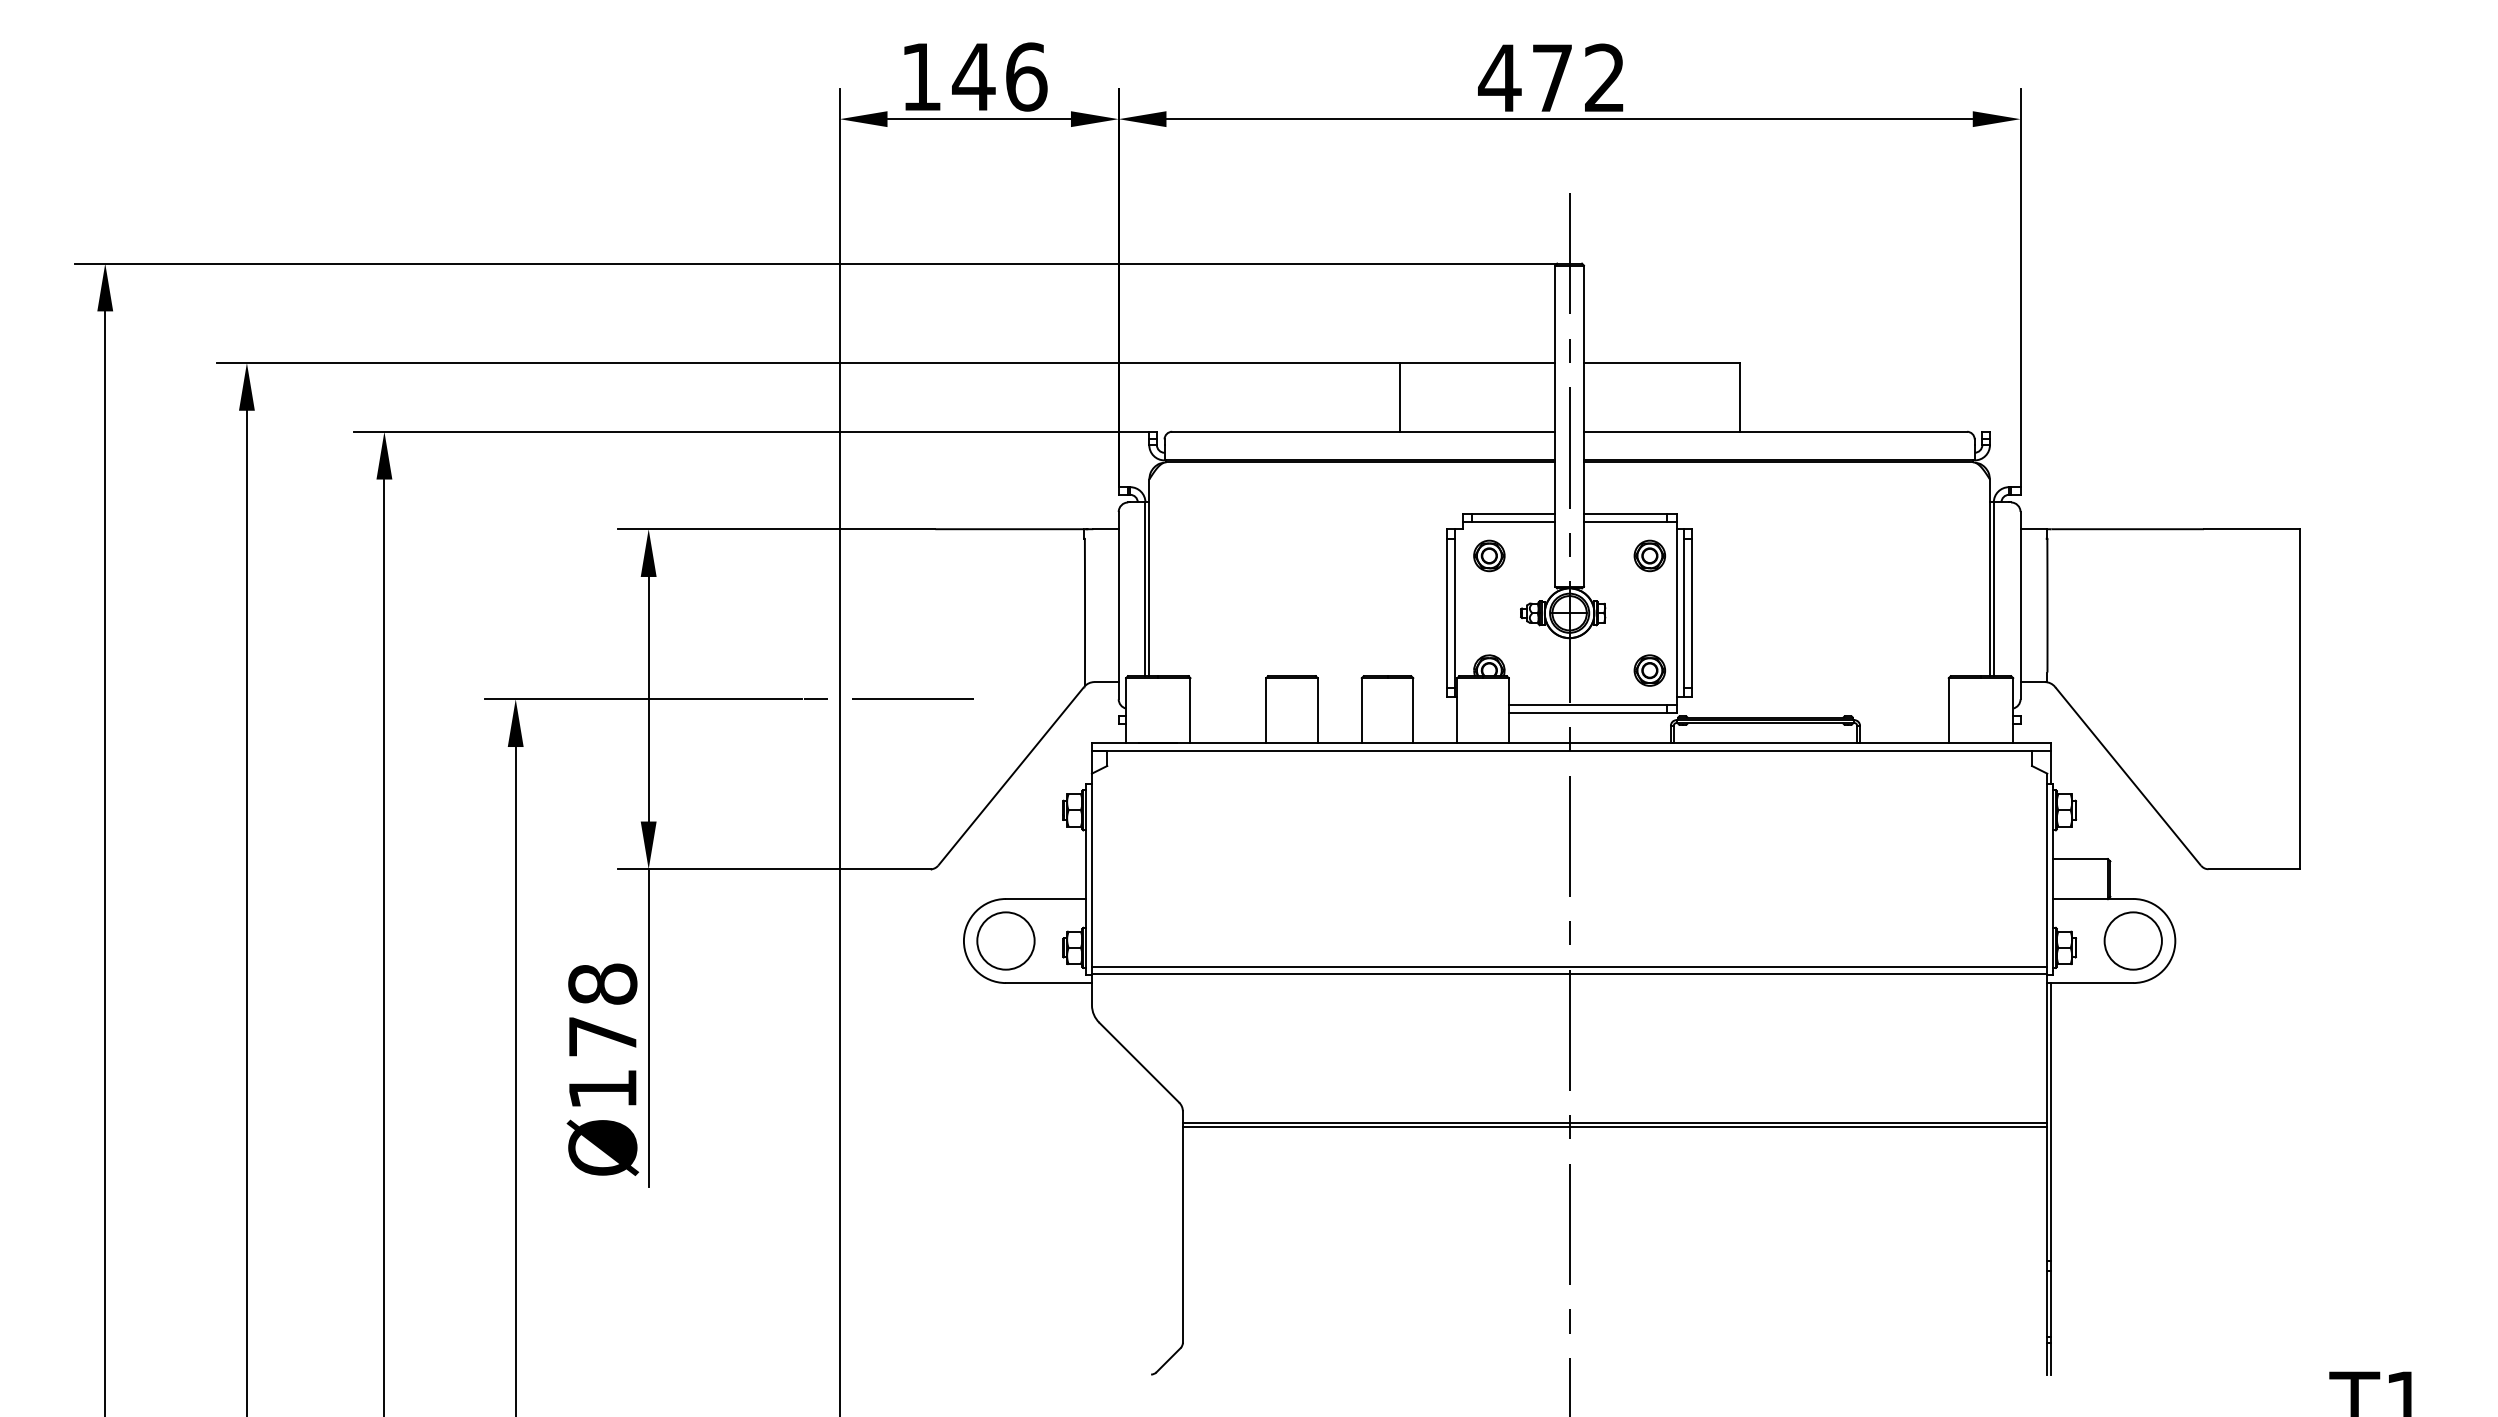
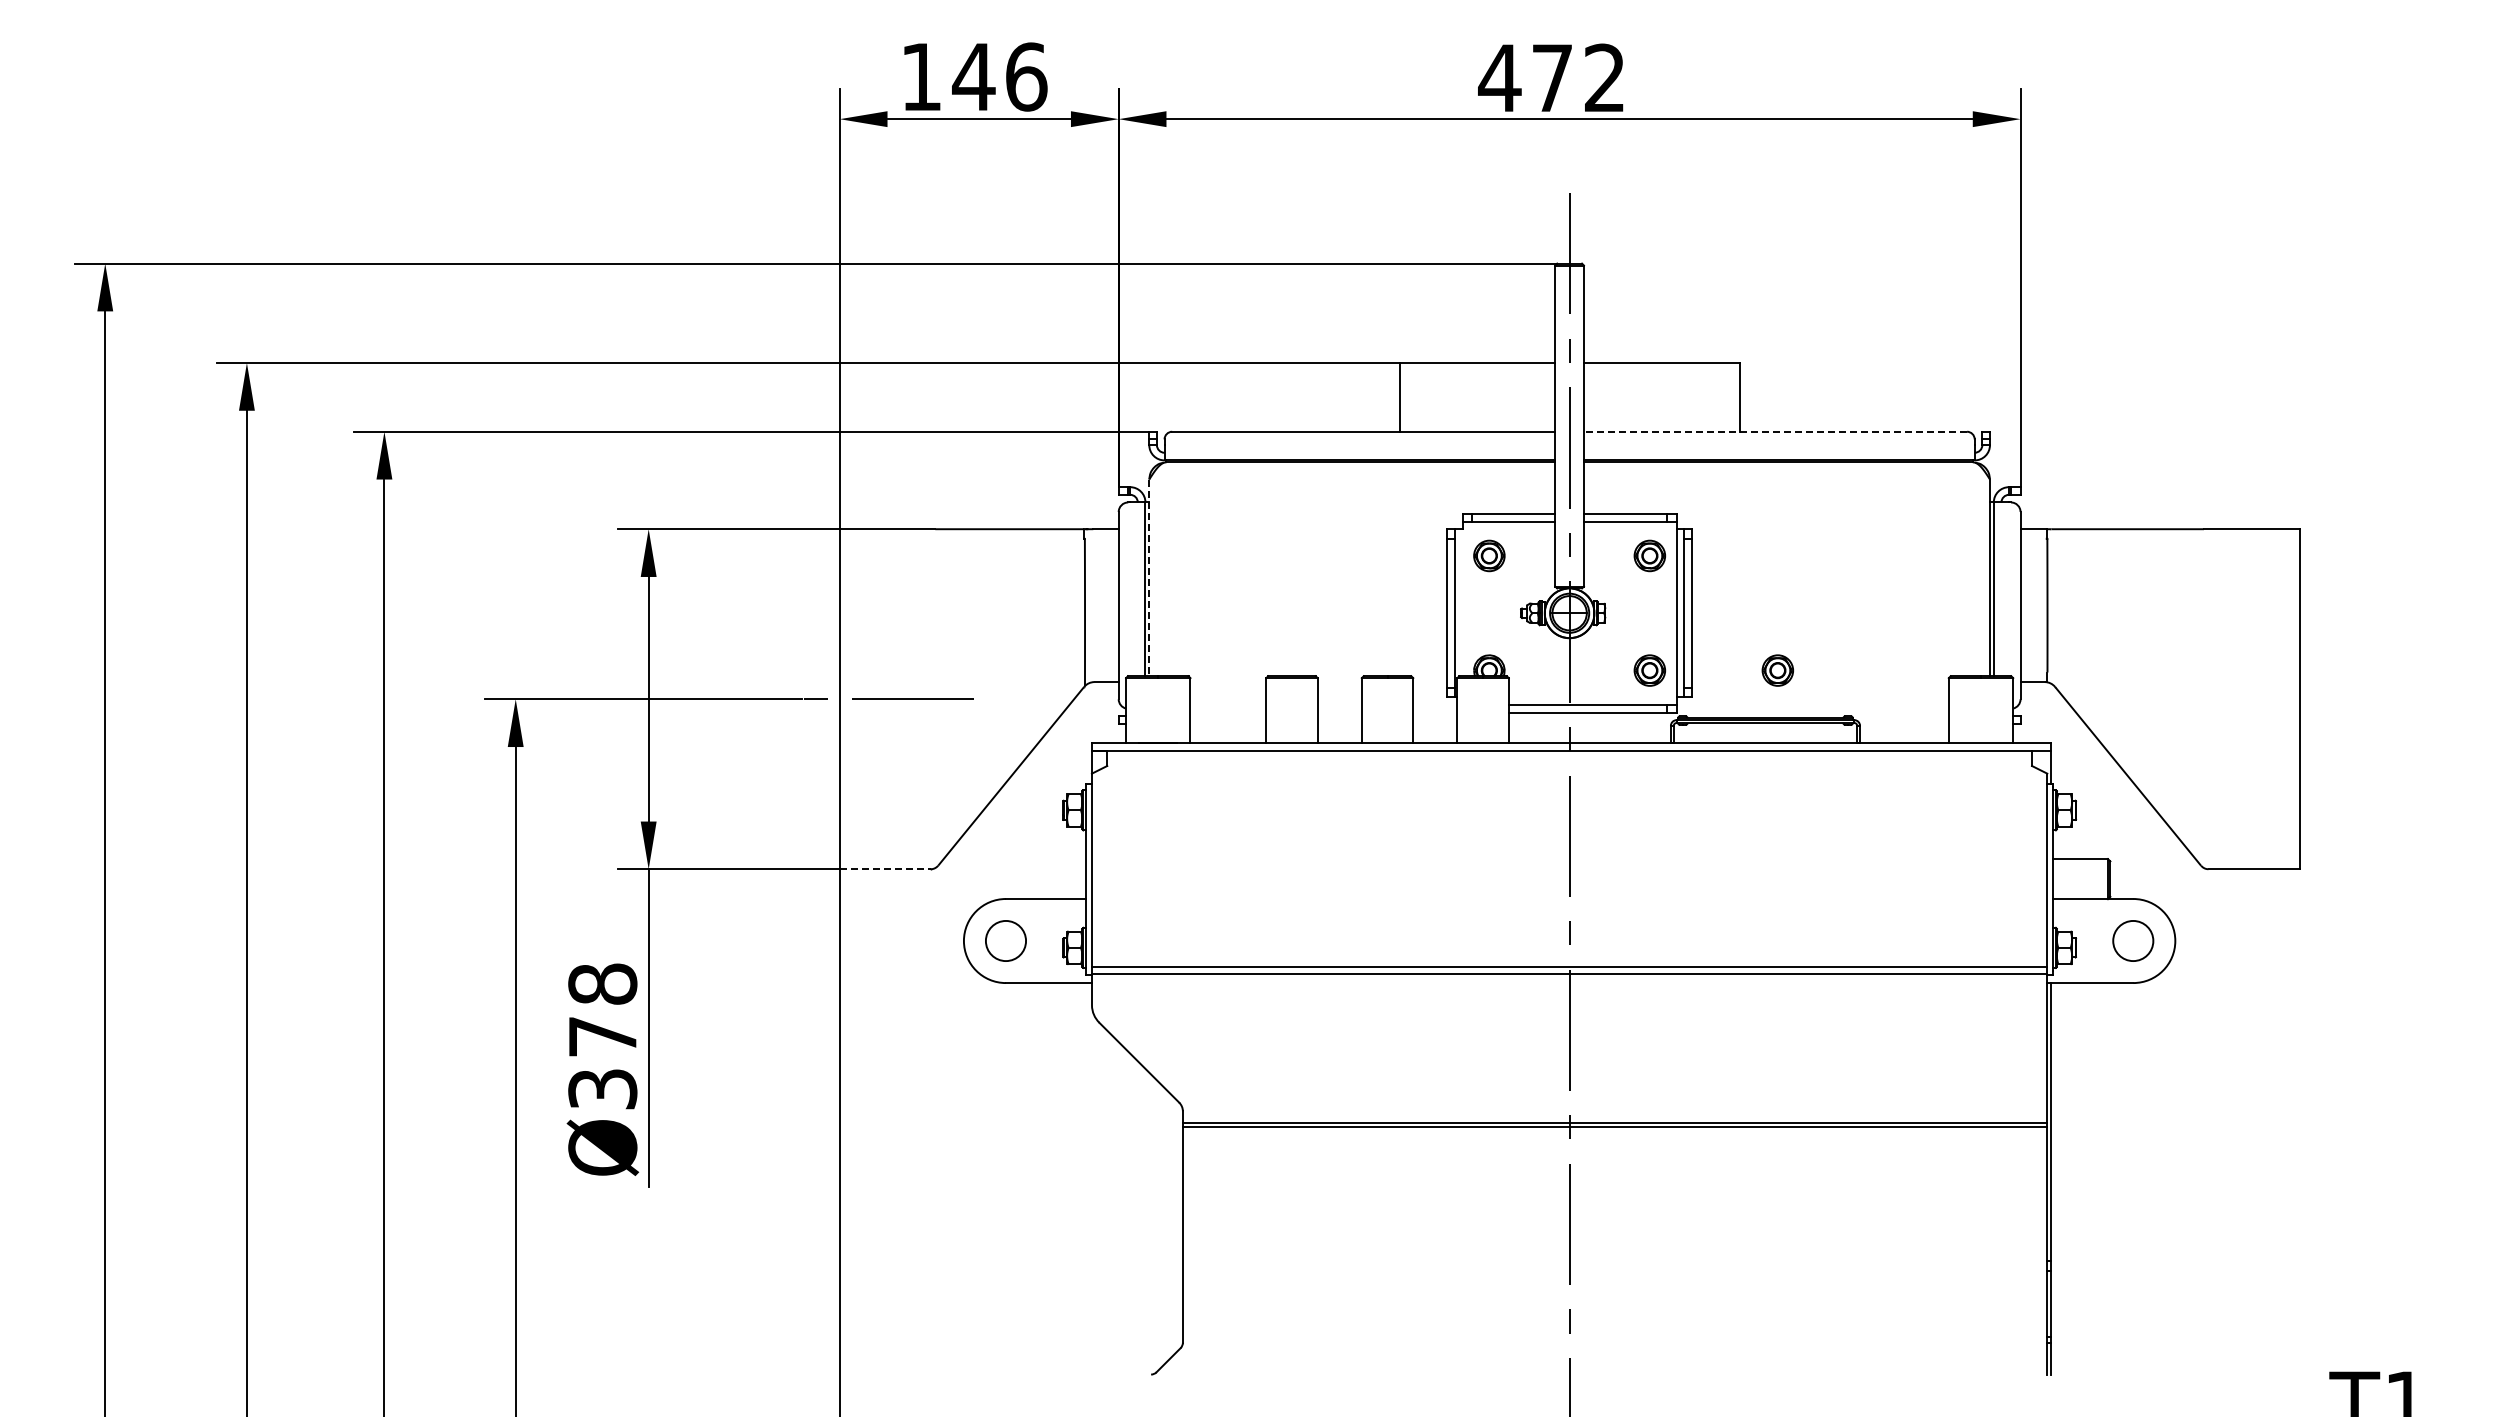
line at (1775, 431): solid -> dashed
line at (1149, 578): solid -> dashed
part at (1777, 670): none -> present
line at (885, 869): solid -> dashed
circle at (1005, 940) diameter: 57 px -> 40 px
circle at (2132, 940) diameter: 57 px -> 40 px
text at (602, 1089): Ø178 -> Ø378
